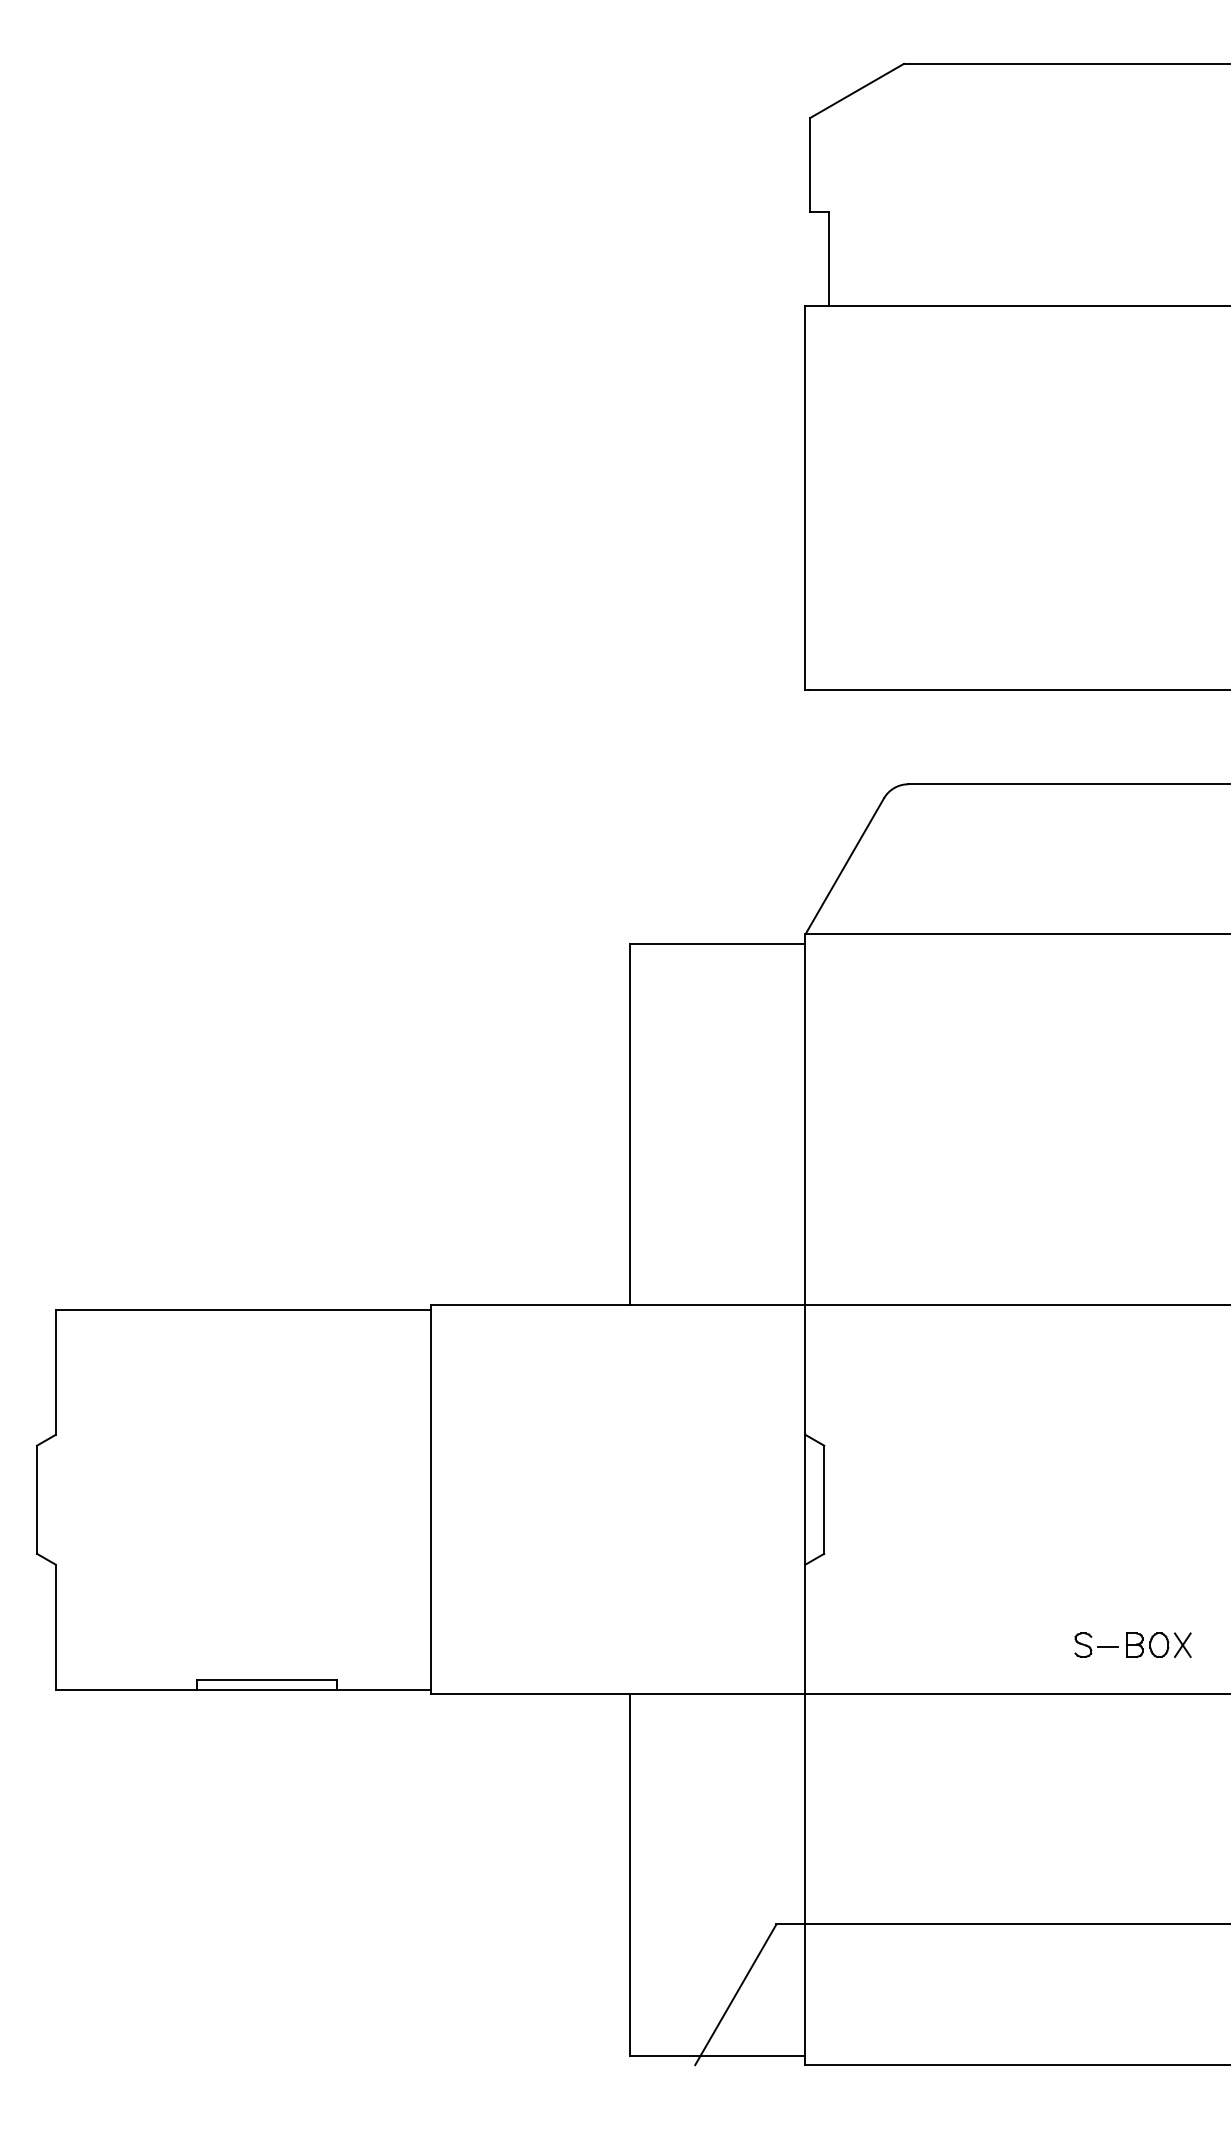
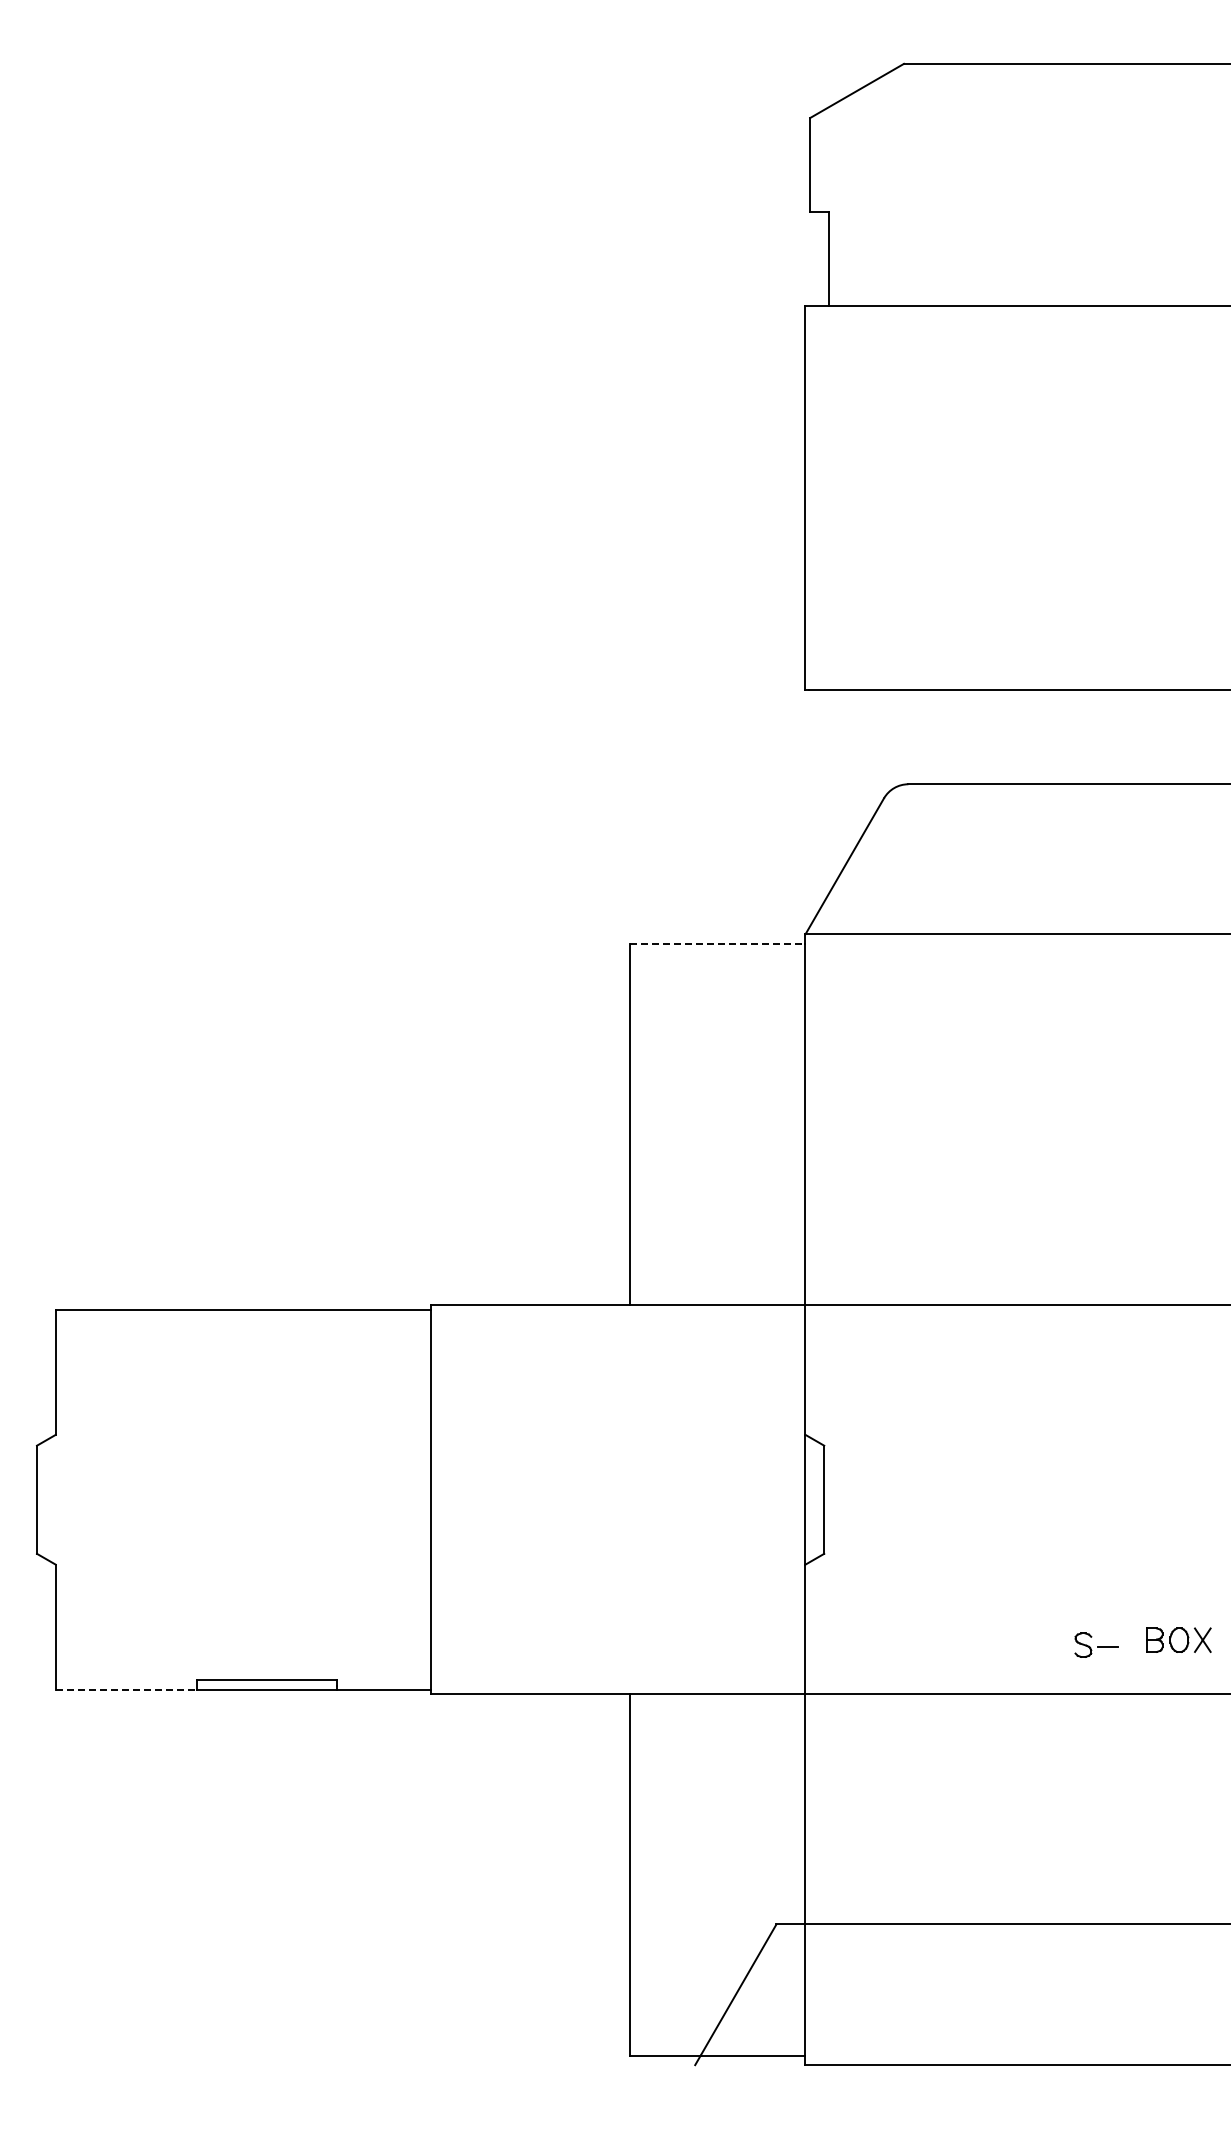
line at (717, 943): solid -> dashed
part at (1158, 1644) position: (1158, 1644) -> (1178, 1639)
line at (126, 1689): solid -> dashed
